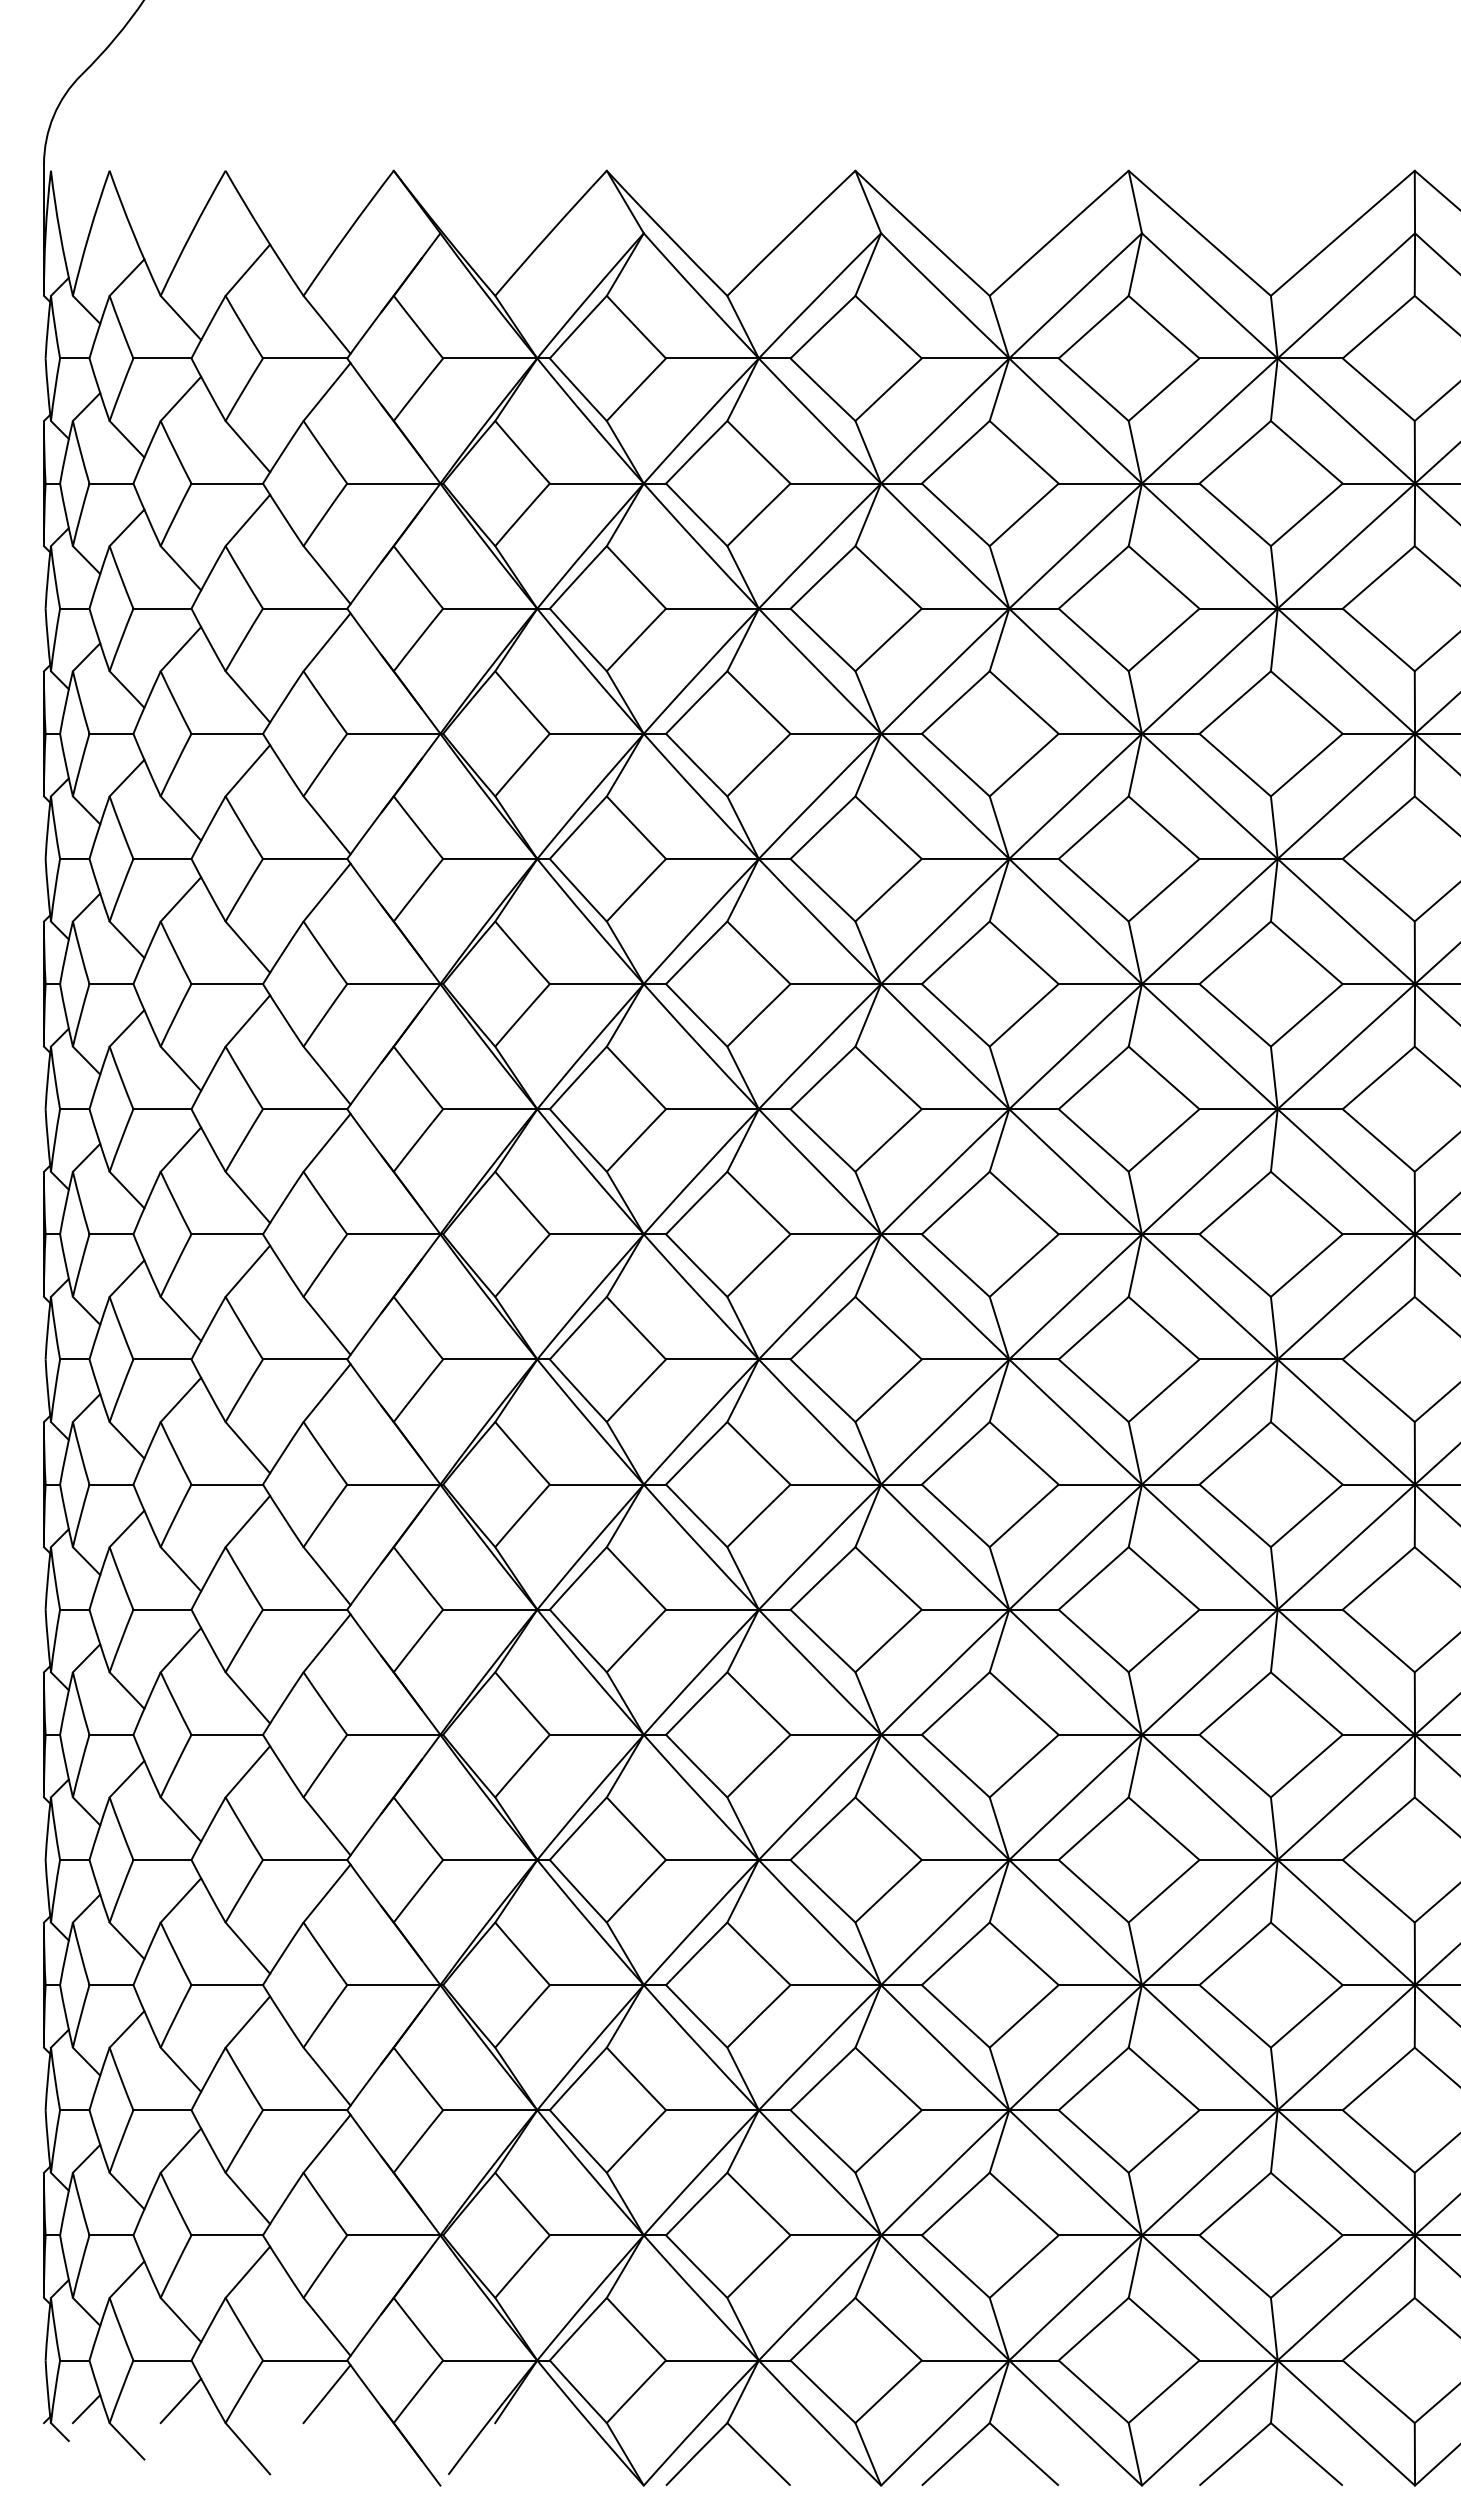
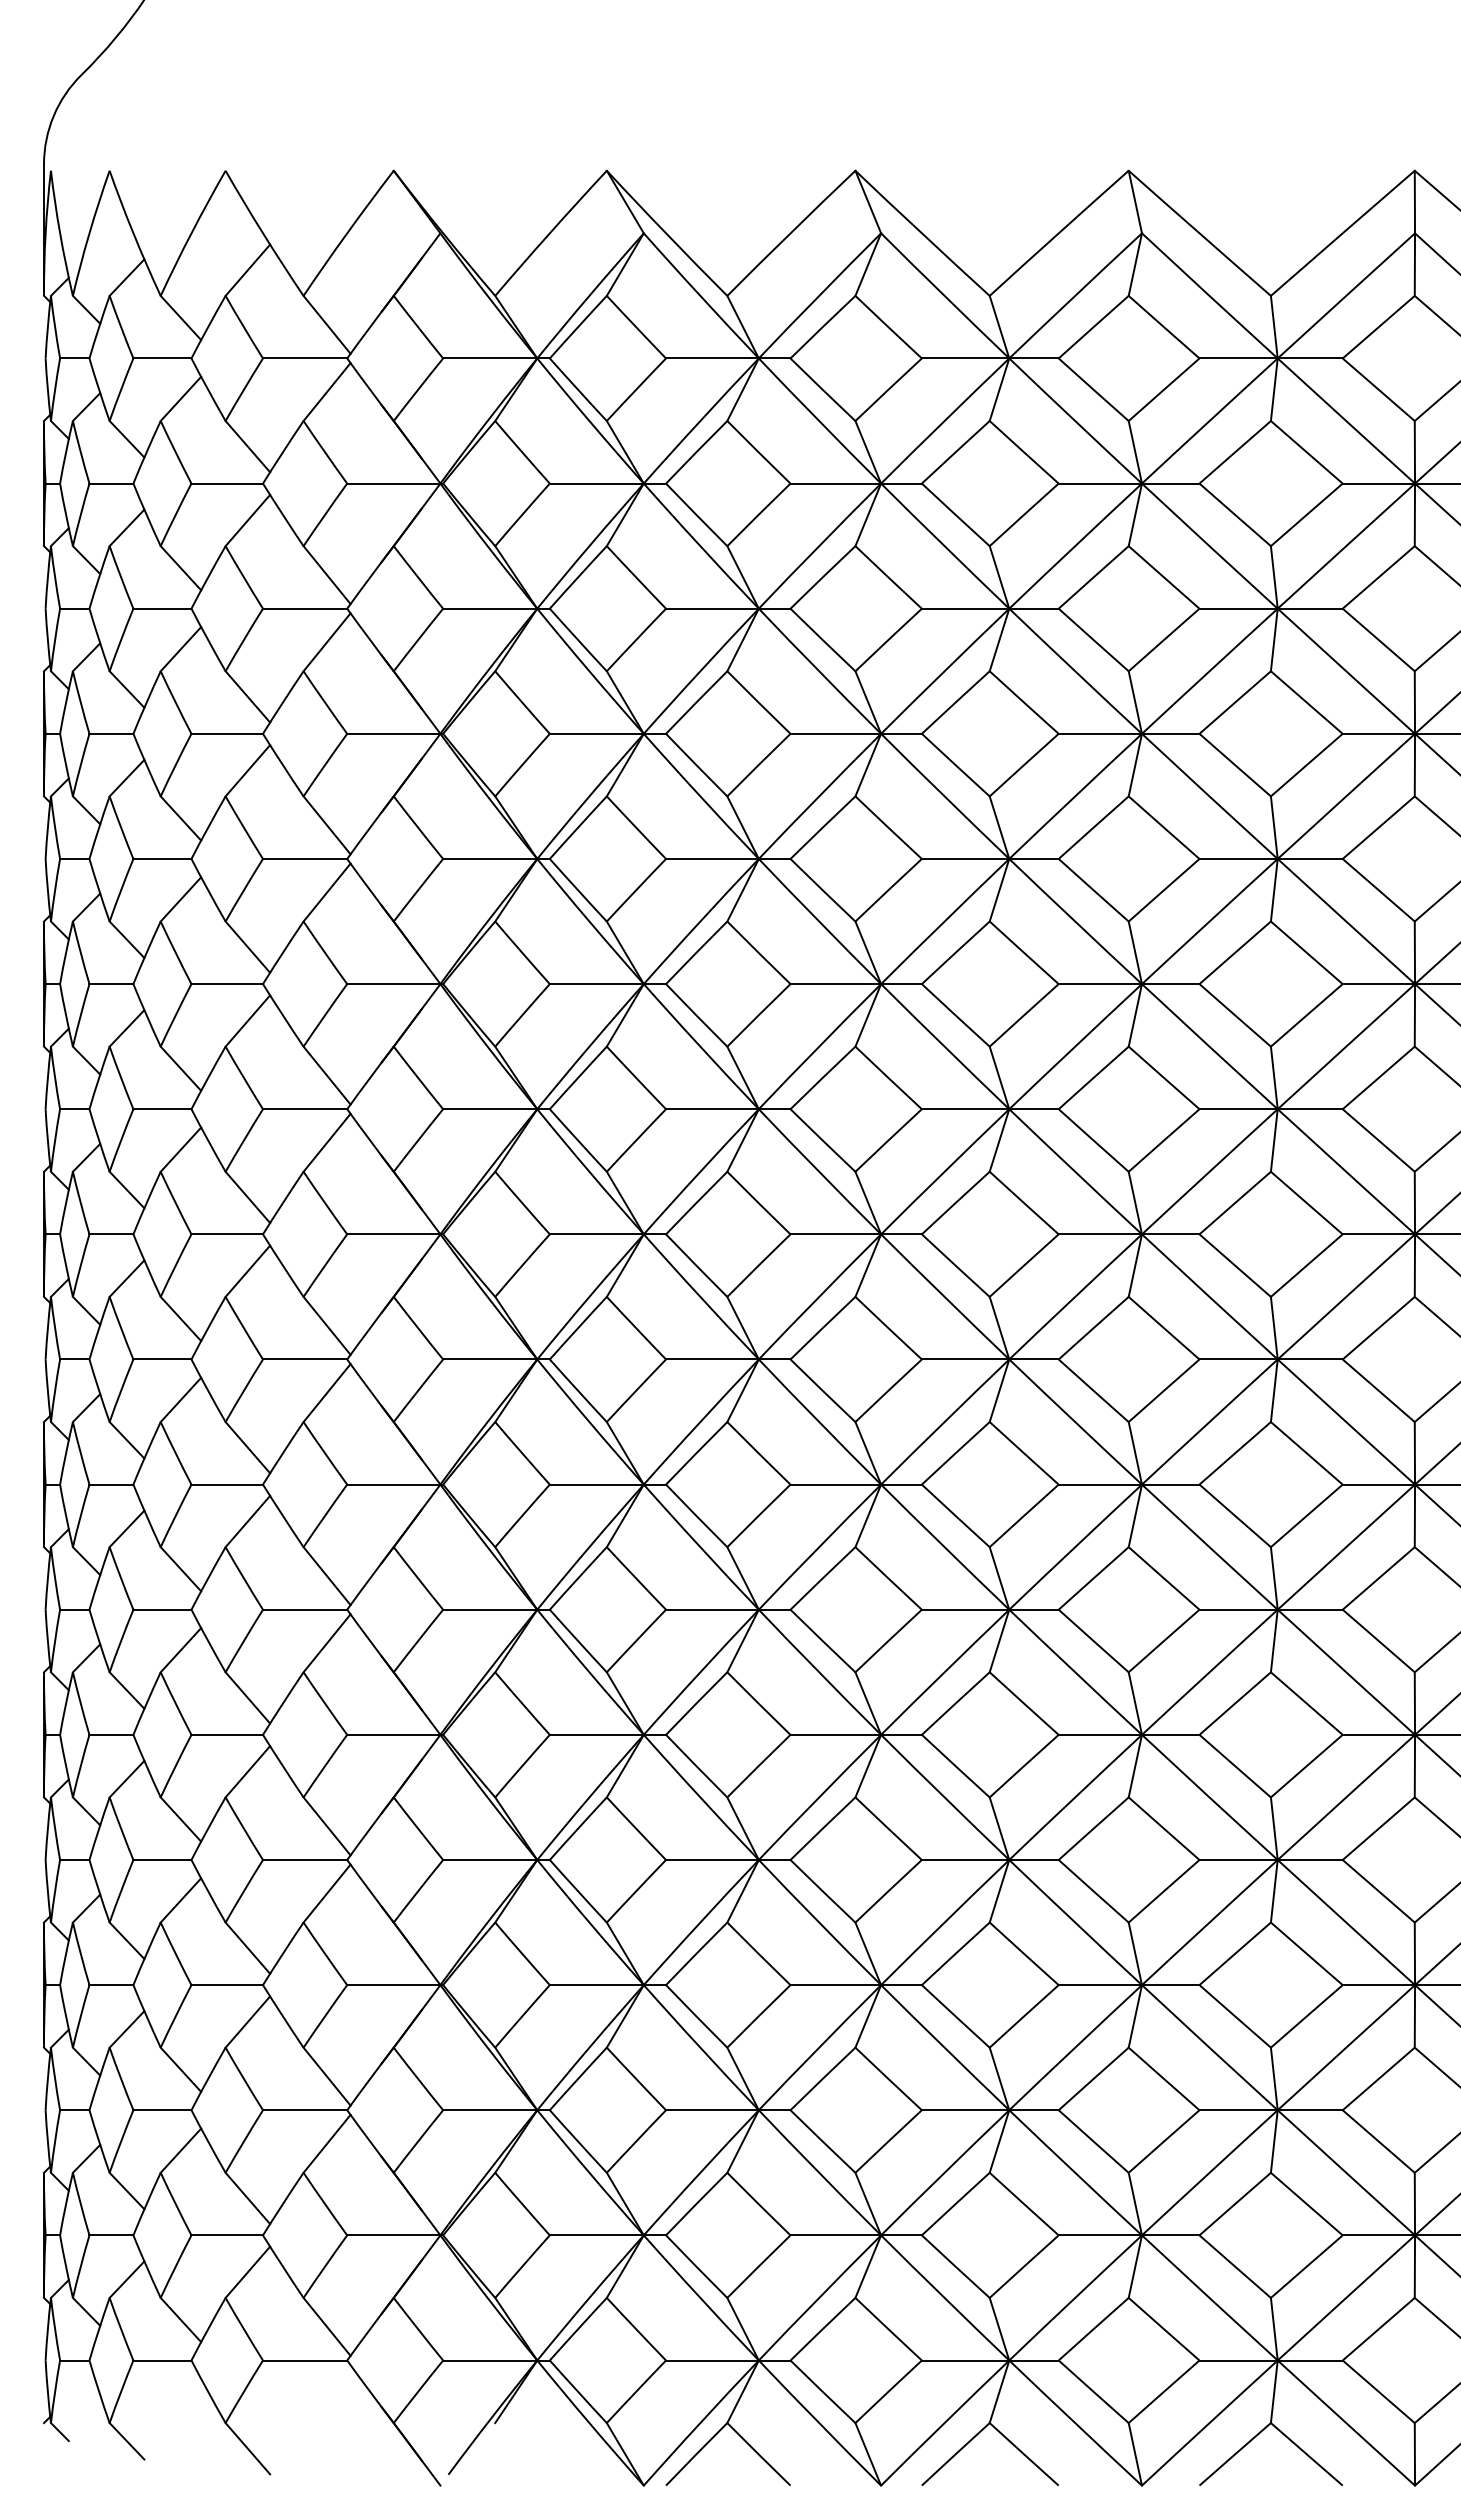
line at (326, 2394): present -> none
line at (180, 2400): present -> none
line at (86, 2409): present -> none
